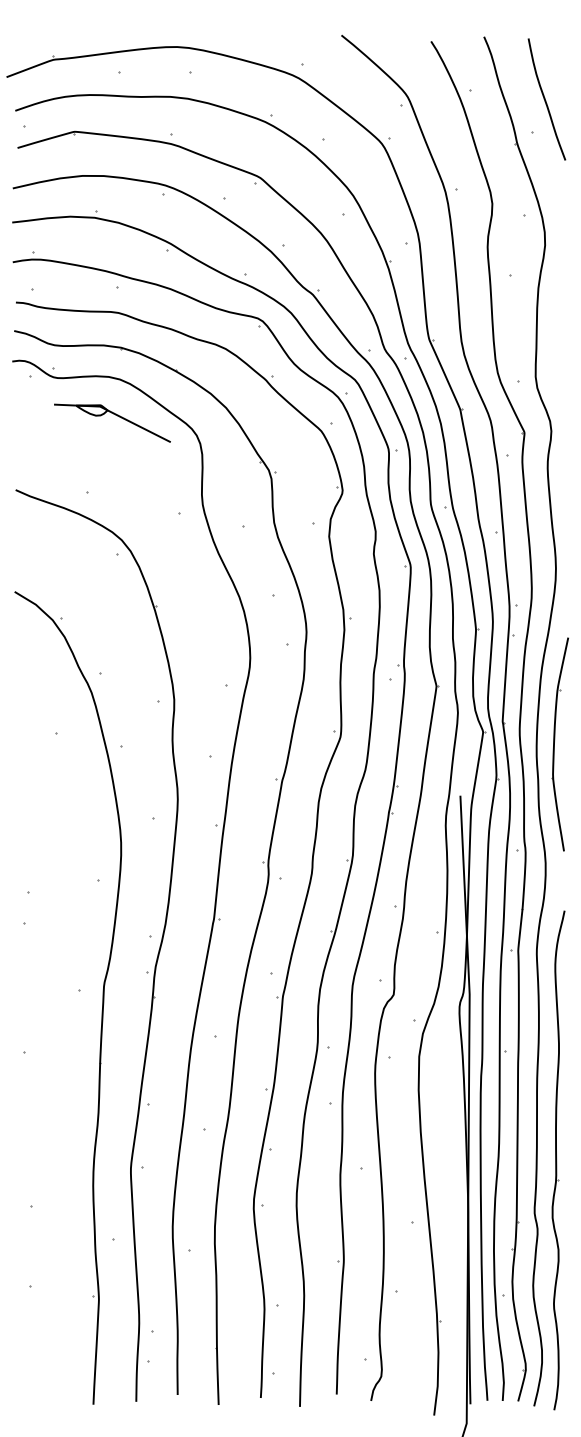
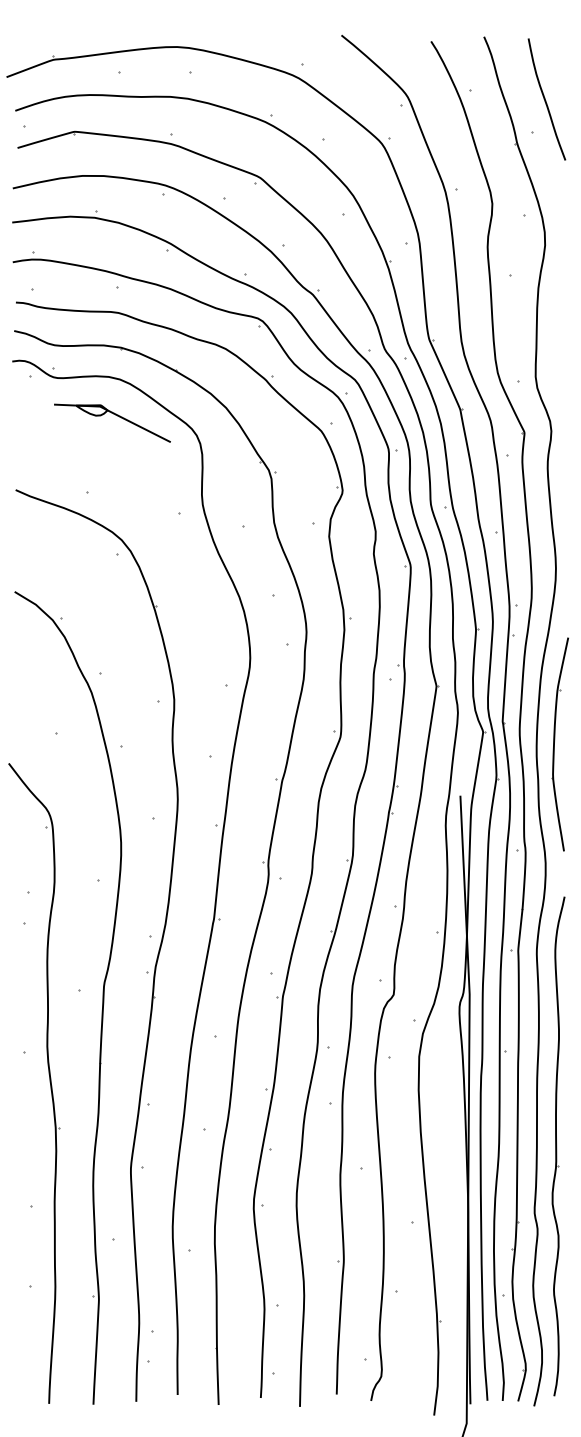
part at (49, 1082): none -> present
part at (558, 1160) position: (558, 1160) -> (558, 1146)
